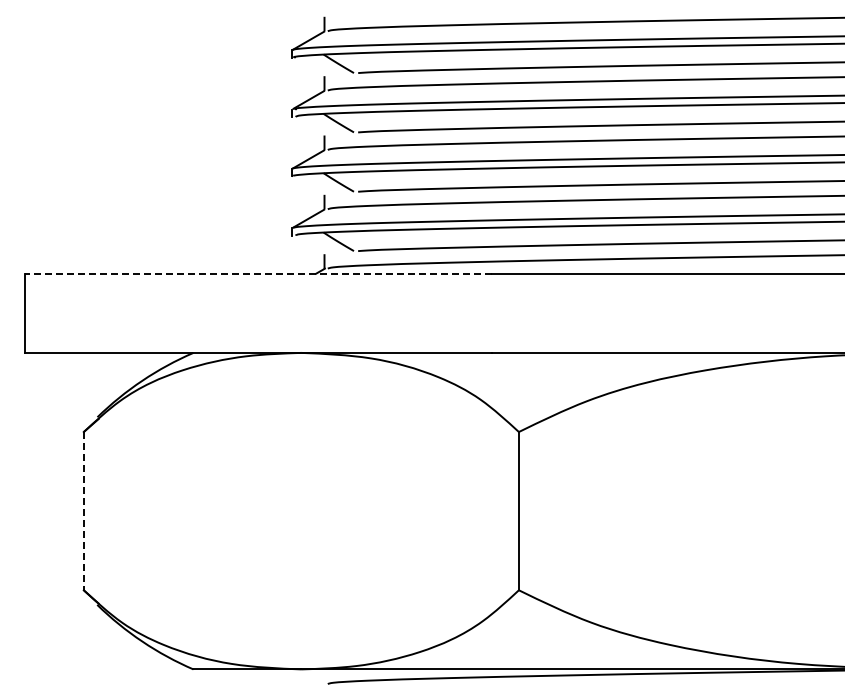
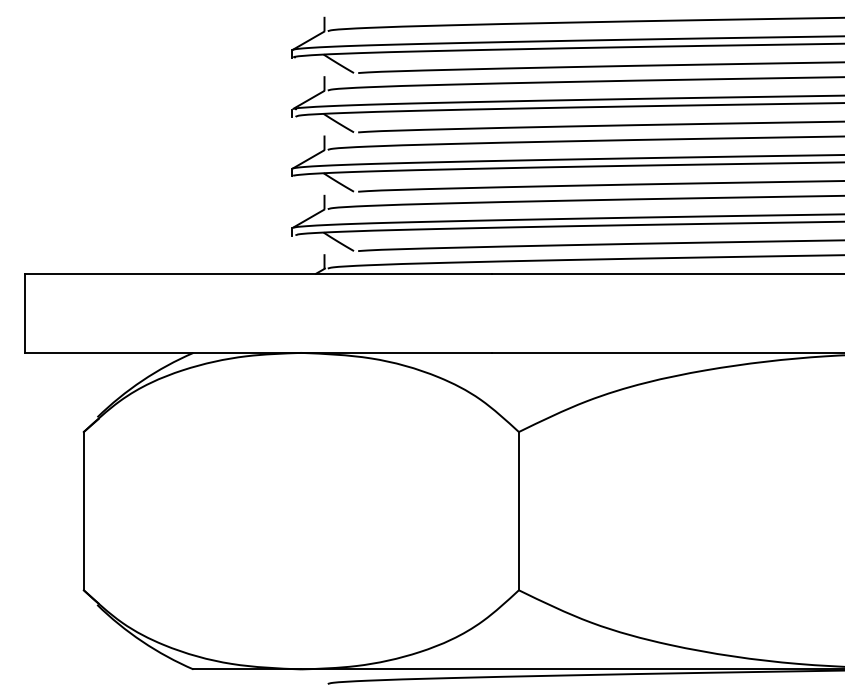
line at (258, 273): dashed -> solid
line at (83, 511): dashed -> solid
